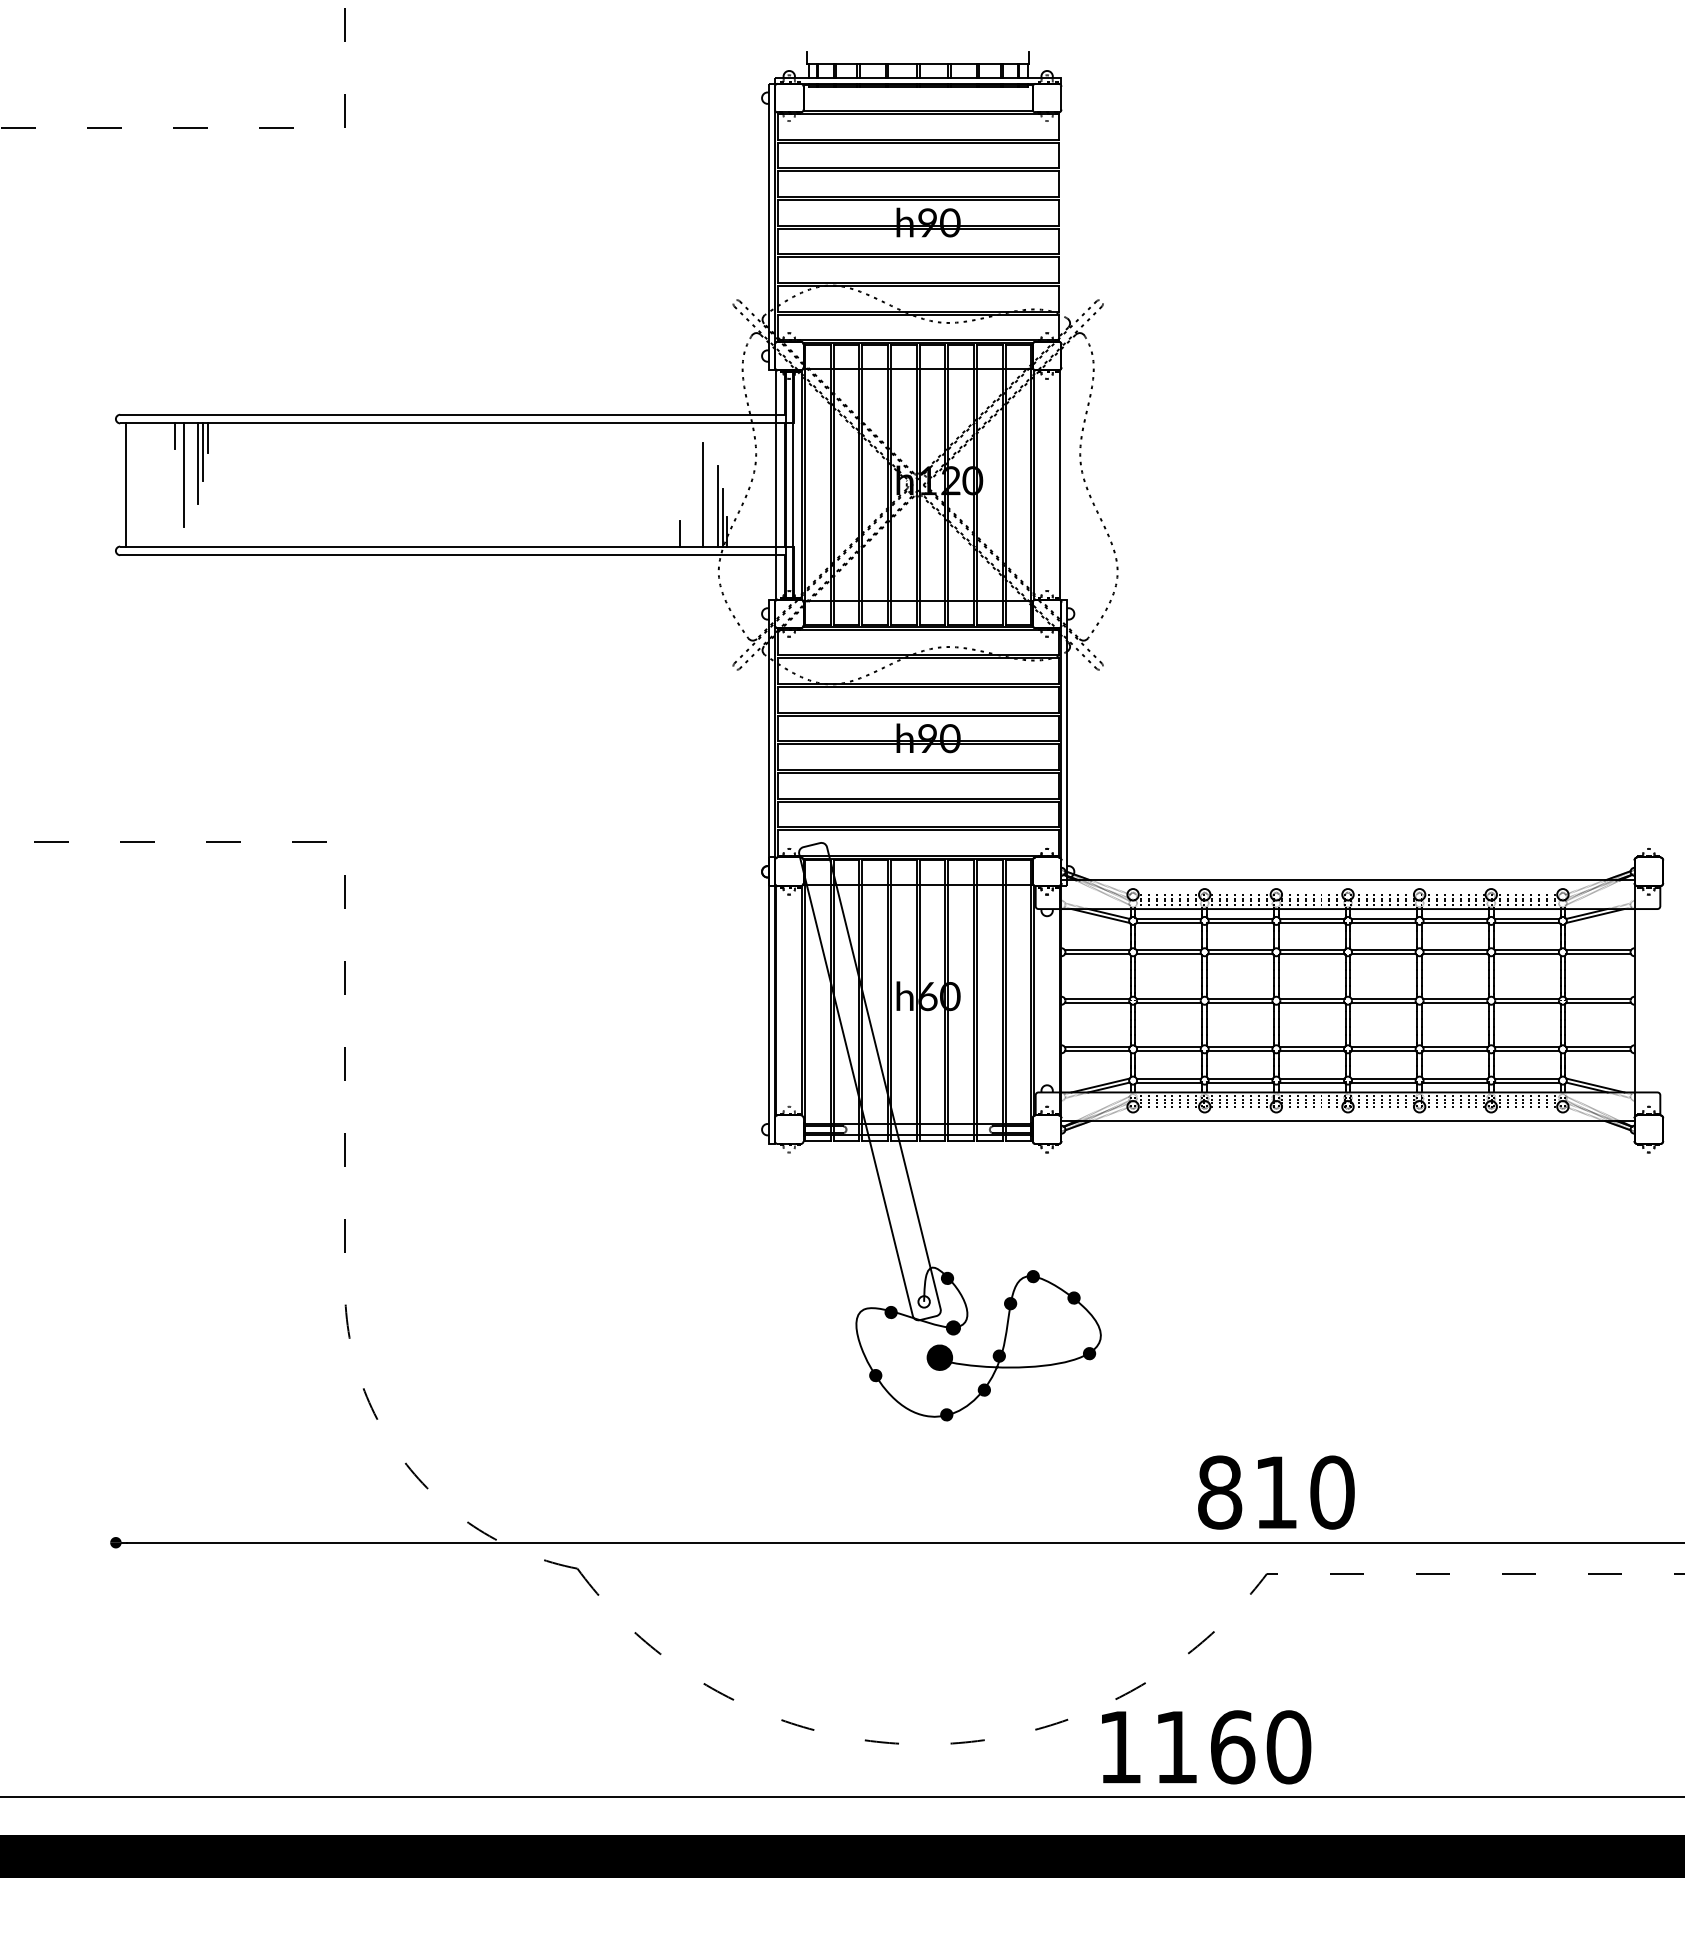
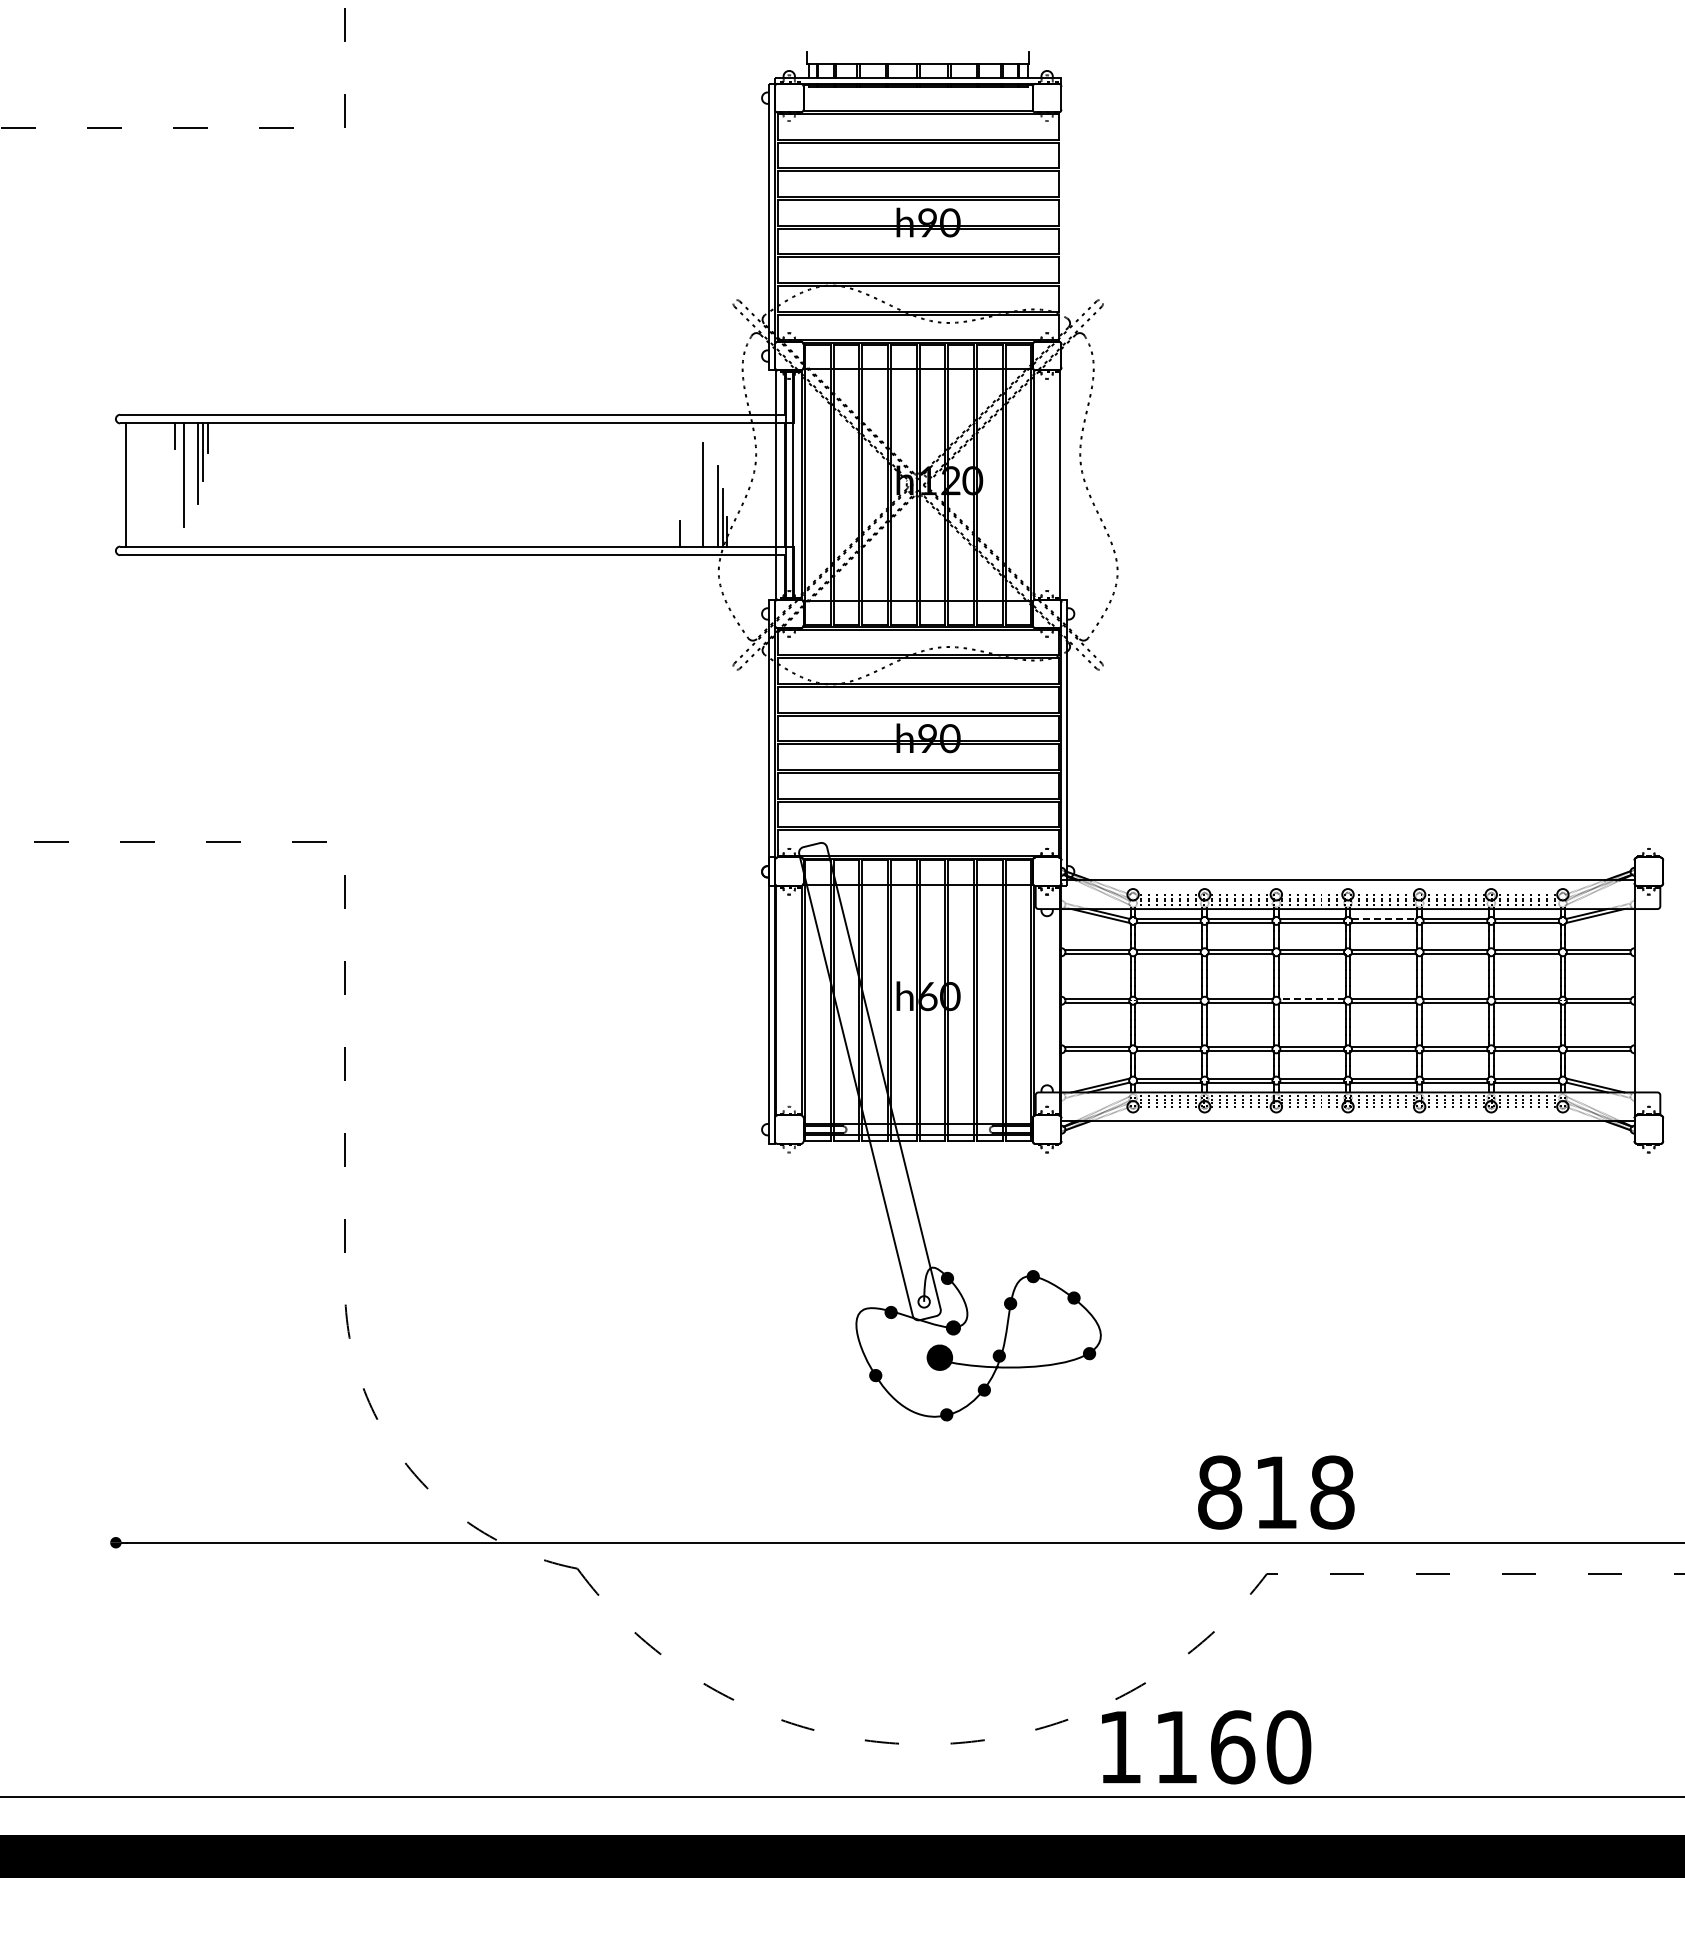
line at (1384, 918): solid -> dashed
line at (1311, 998): solid -> dashed
text at (1332, 1492): 810 -> 818
